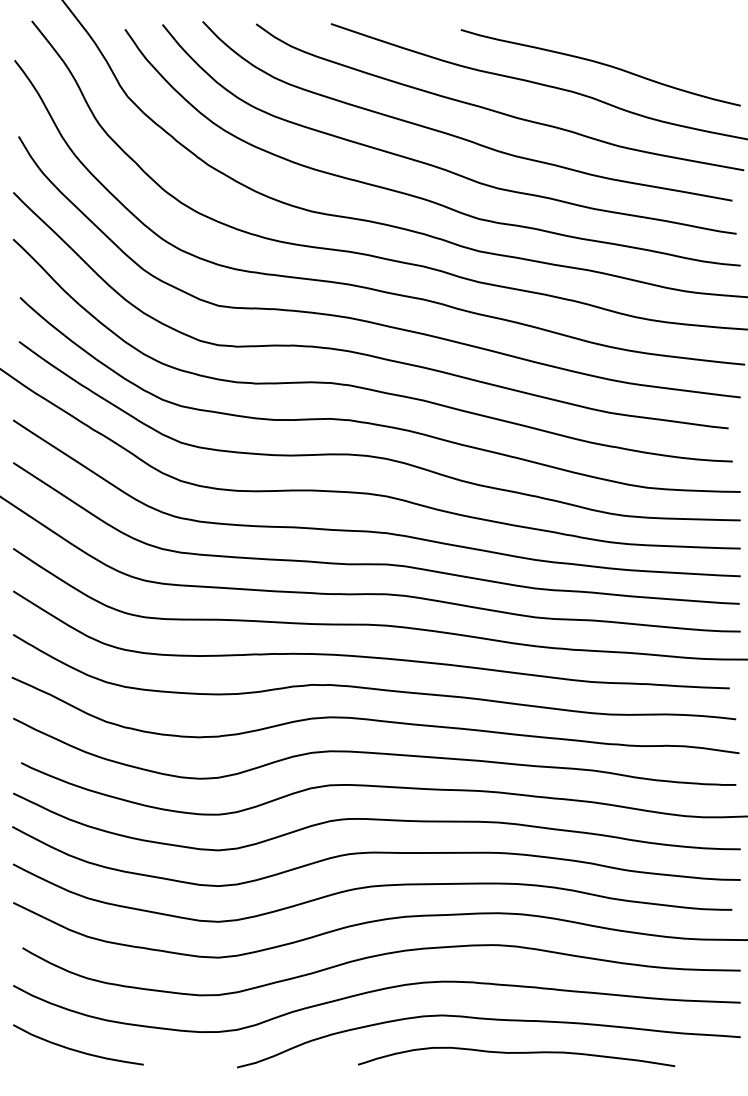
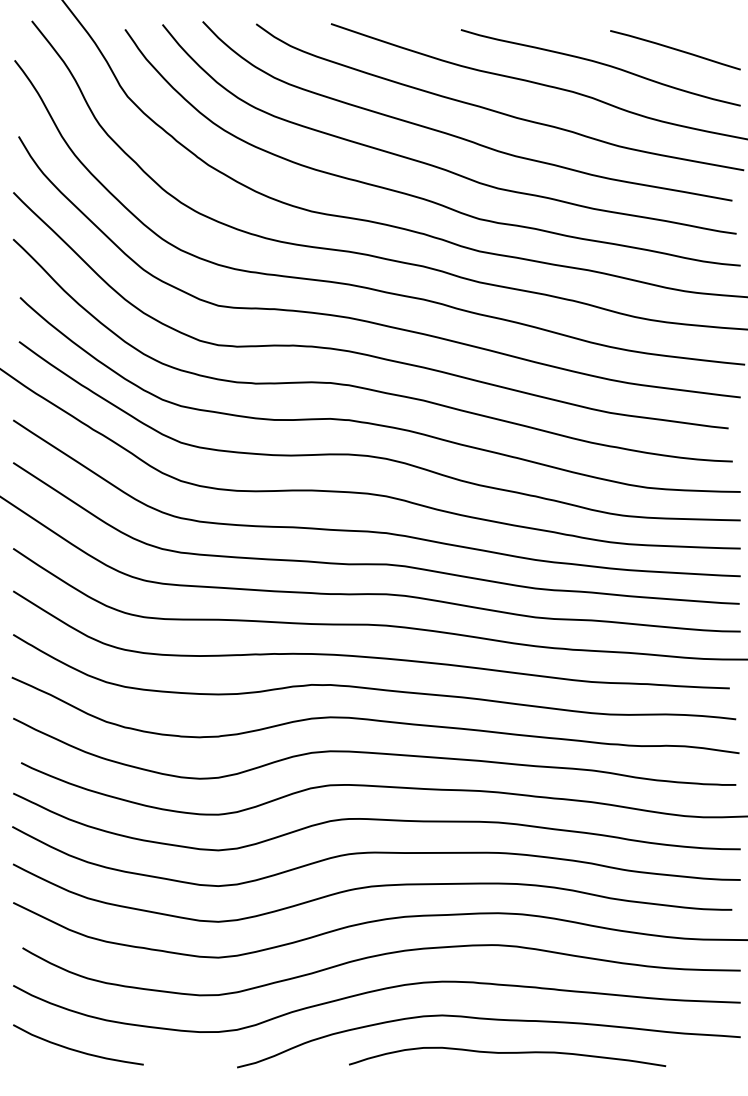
curve at (675, 50): none -> present
curve at (516, 1053) position: (516, 1053) -> (507, 1053)
